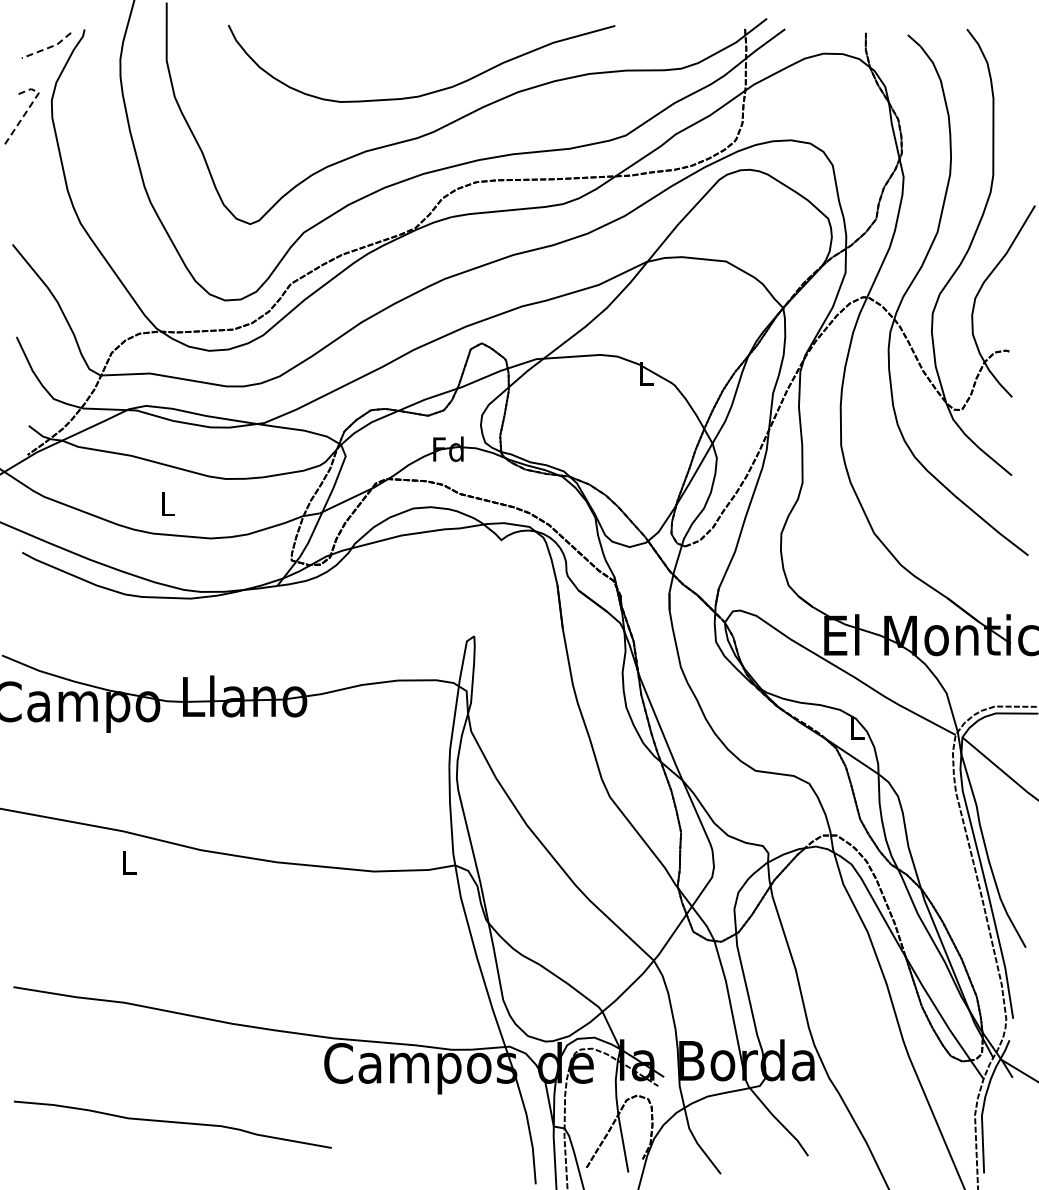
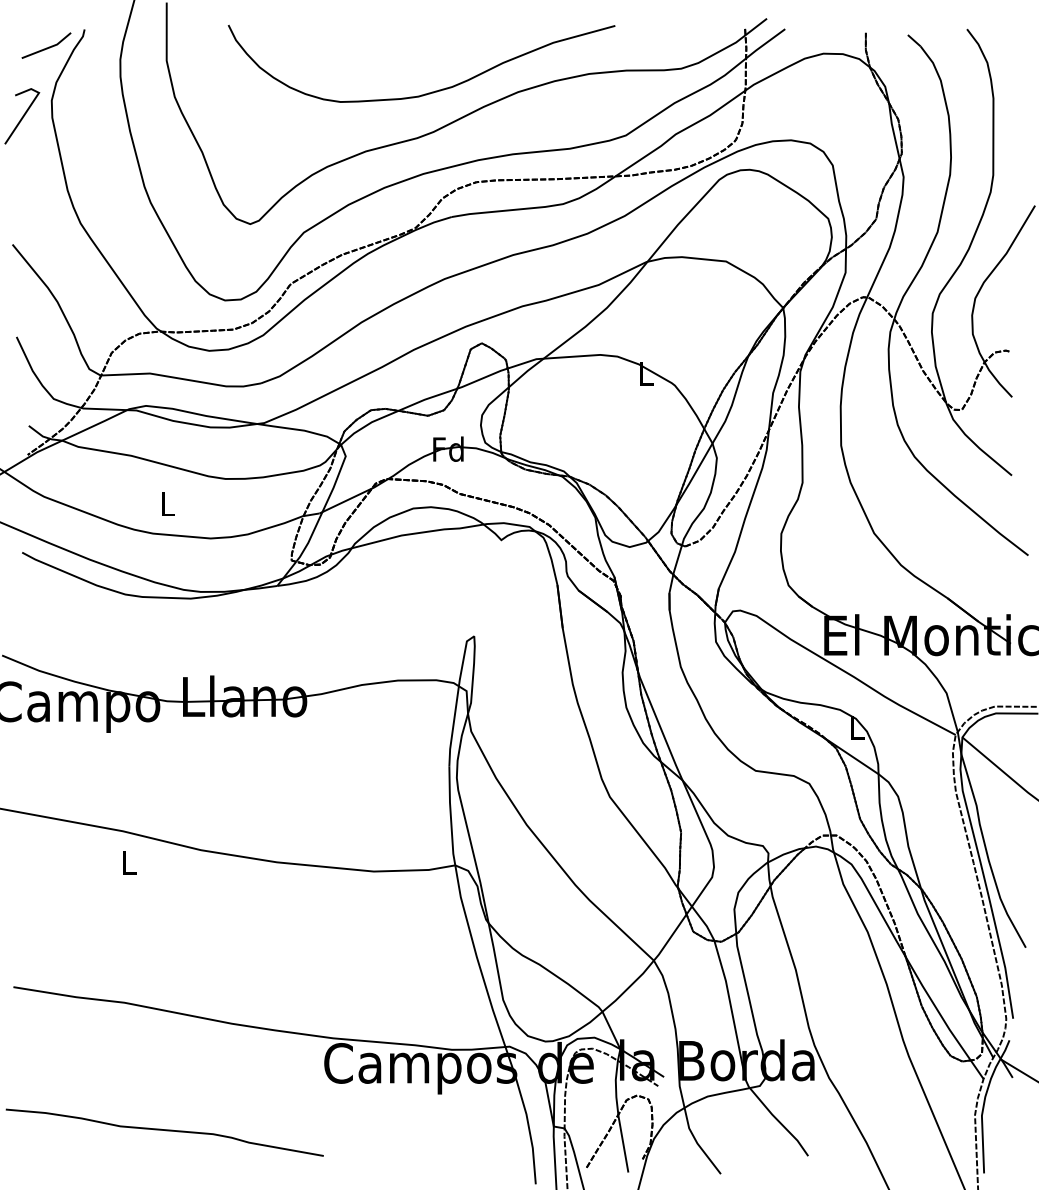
line at (48, 48): dashed -> solid
line at (30, 106): dashed -> solid
curve at (173, 1123) position: (173, 1123) -> (165, 1131)
